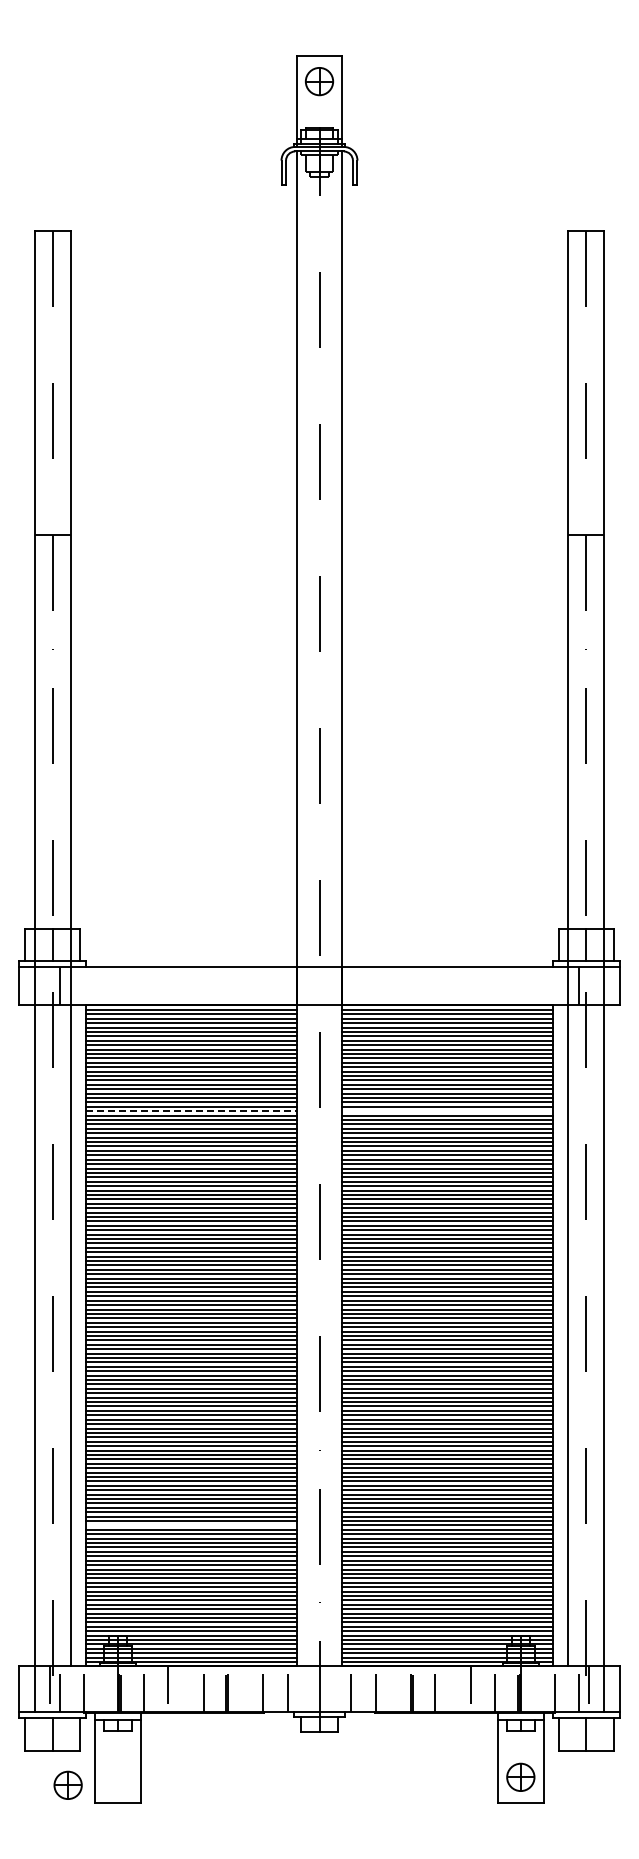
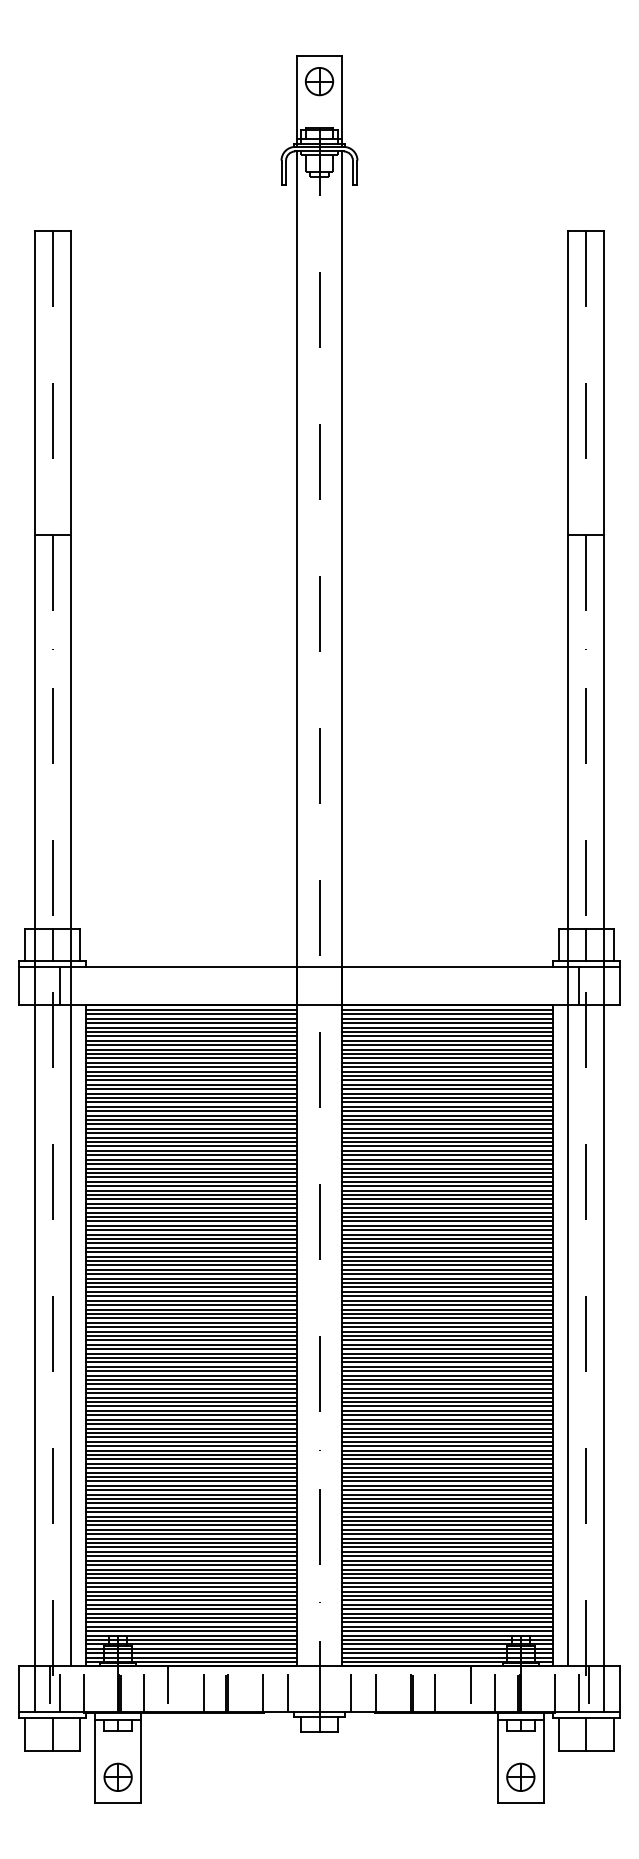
line at (191, 1111): dashed -> solid
line at (447, 1111): none -> present
line at (191, 1525): none -> present
part at (67, 1784) position: (67, 1784) -> (117, 1776)
